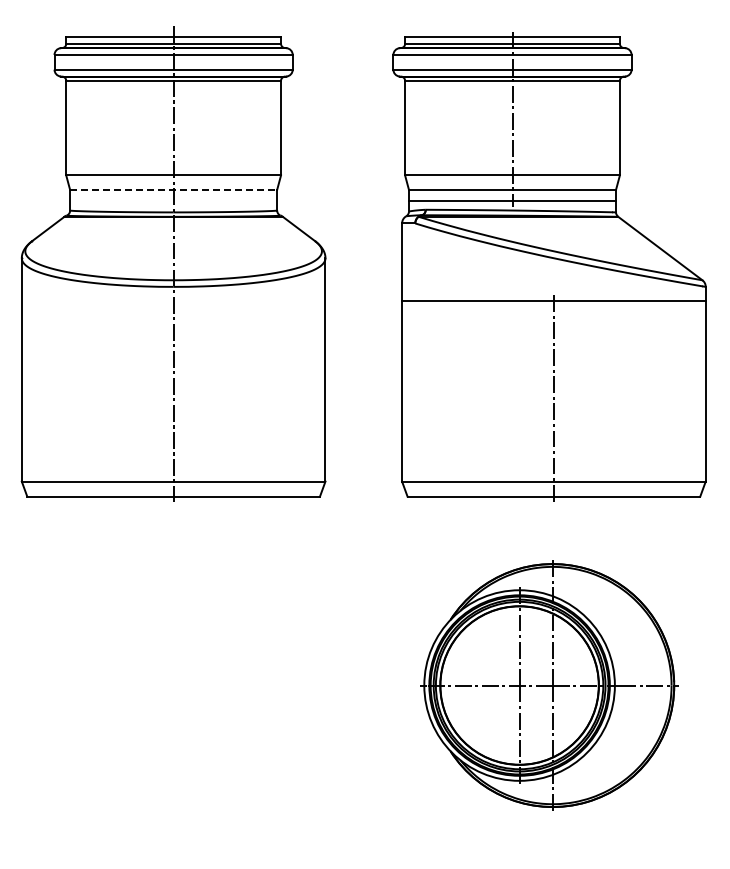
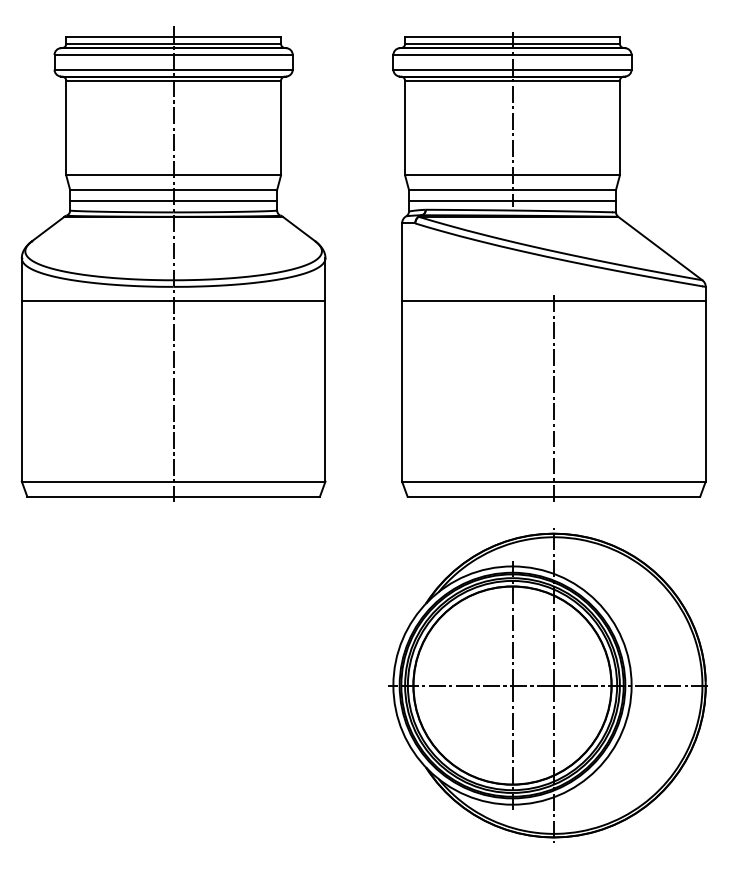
line at (173, 189): dashed -> solid
line at (173, 201): none -> present
line at (173, 300): none -> present
part at (549, 685) size: 259x251 px -> 320x315 px
